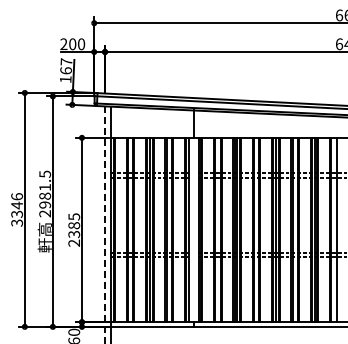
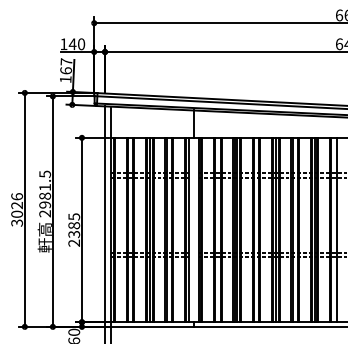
text at (68, 44): 200 -> 140
text at (16, 209): 3346 -> 3026
line at (105, 225): dashed -> solid
